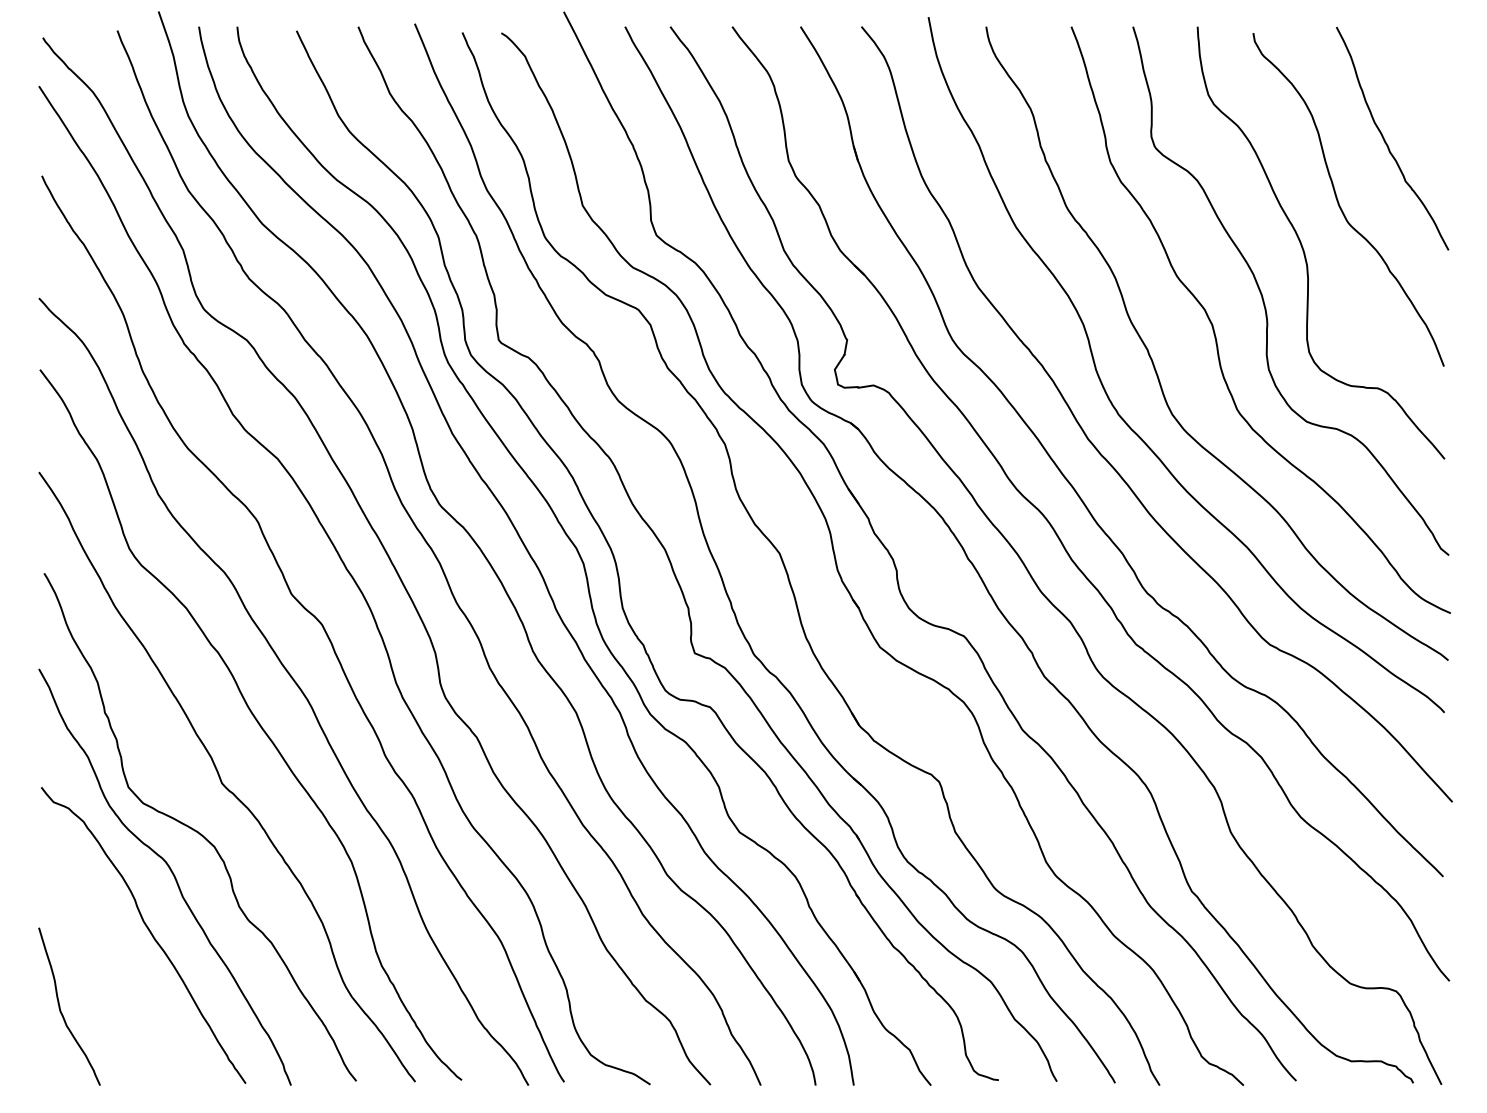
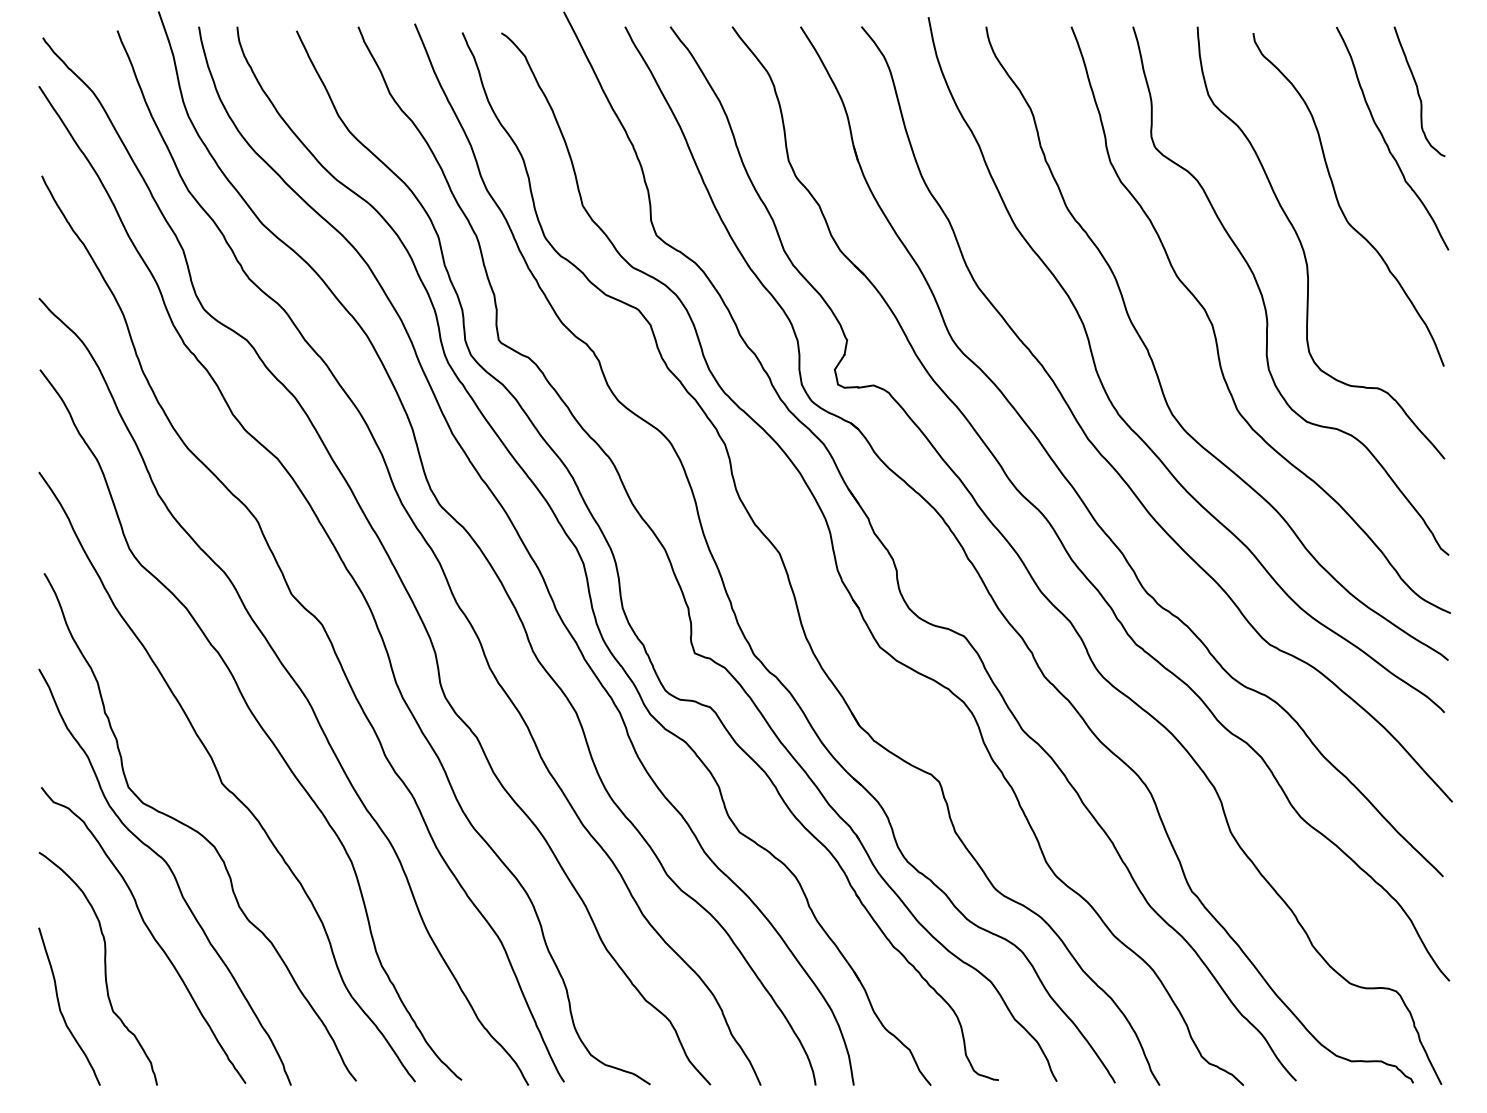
curve at (1418, 91): none -> present
curve at (104, 968): none -> present
